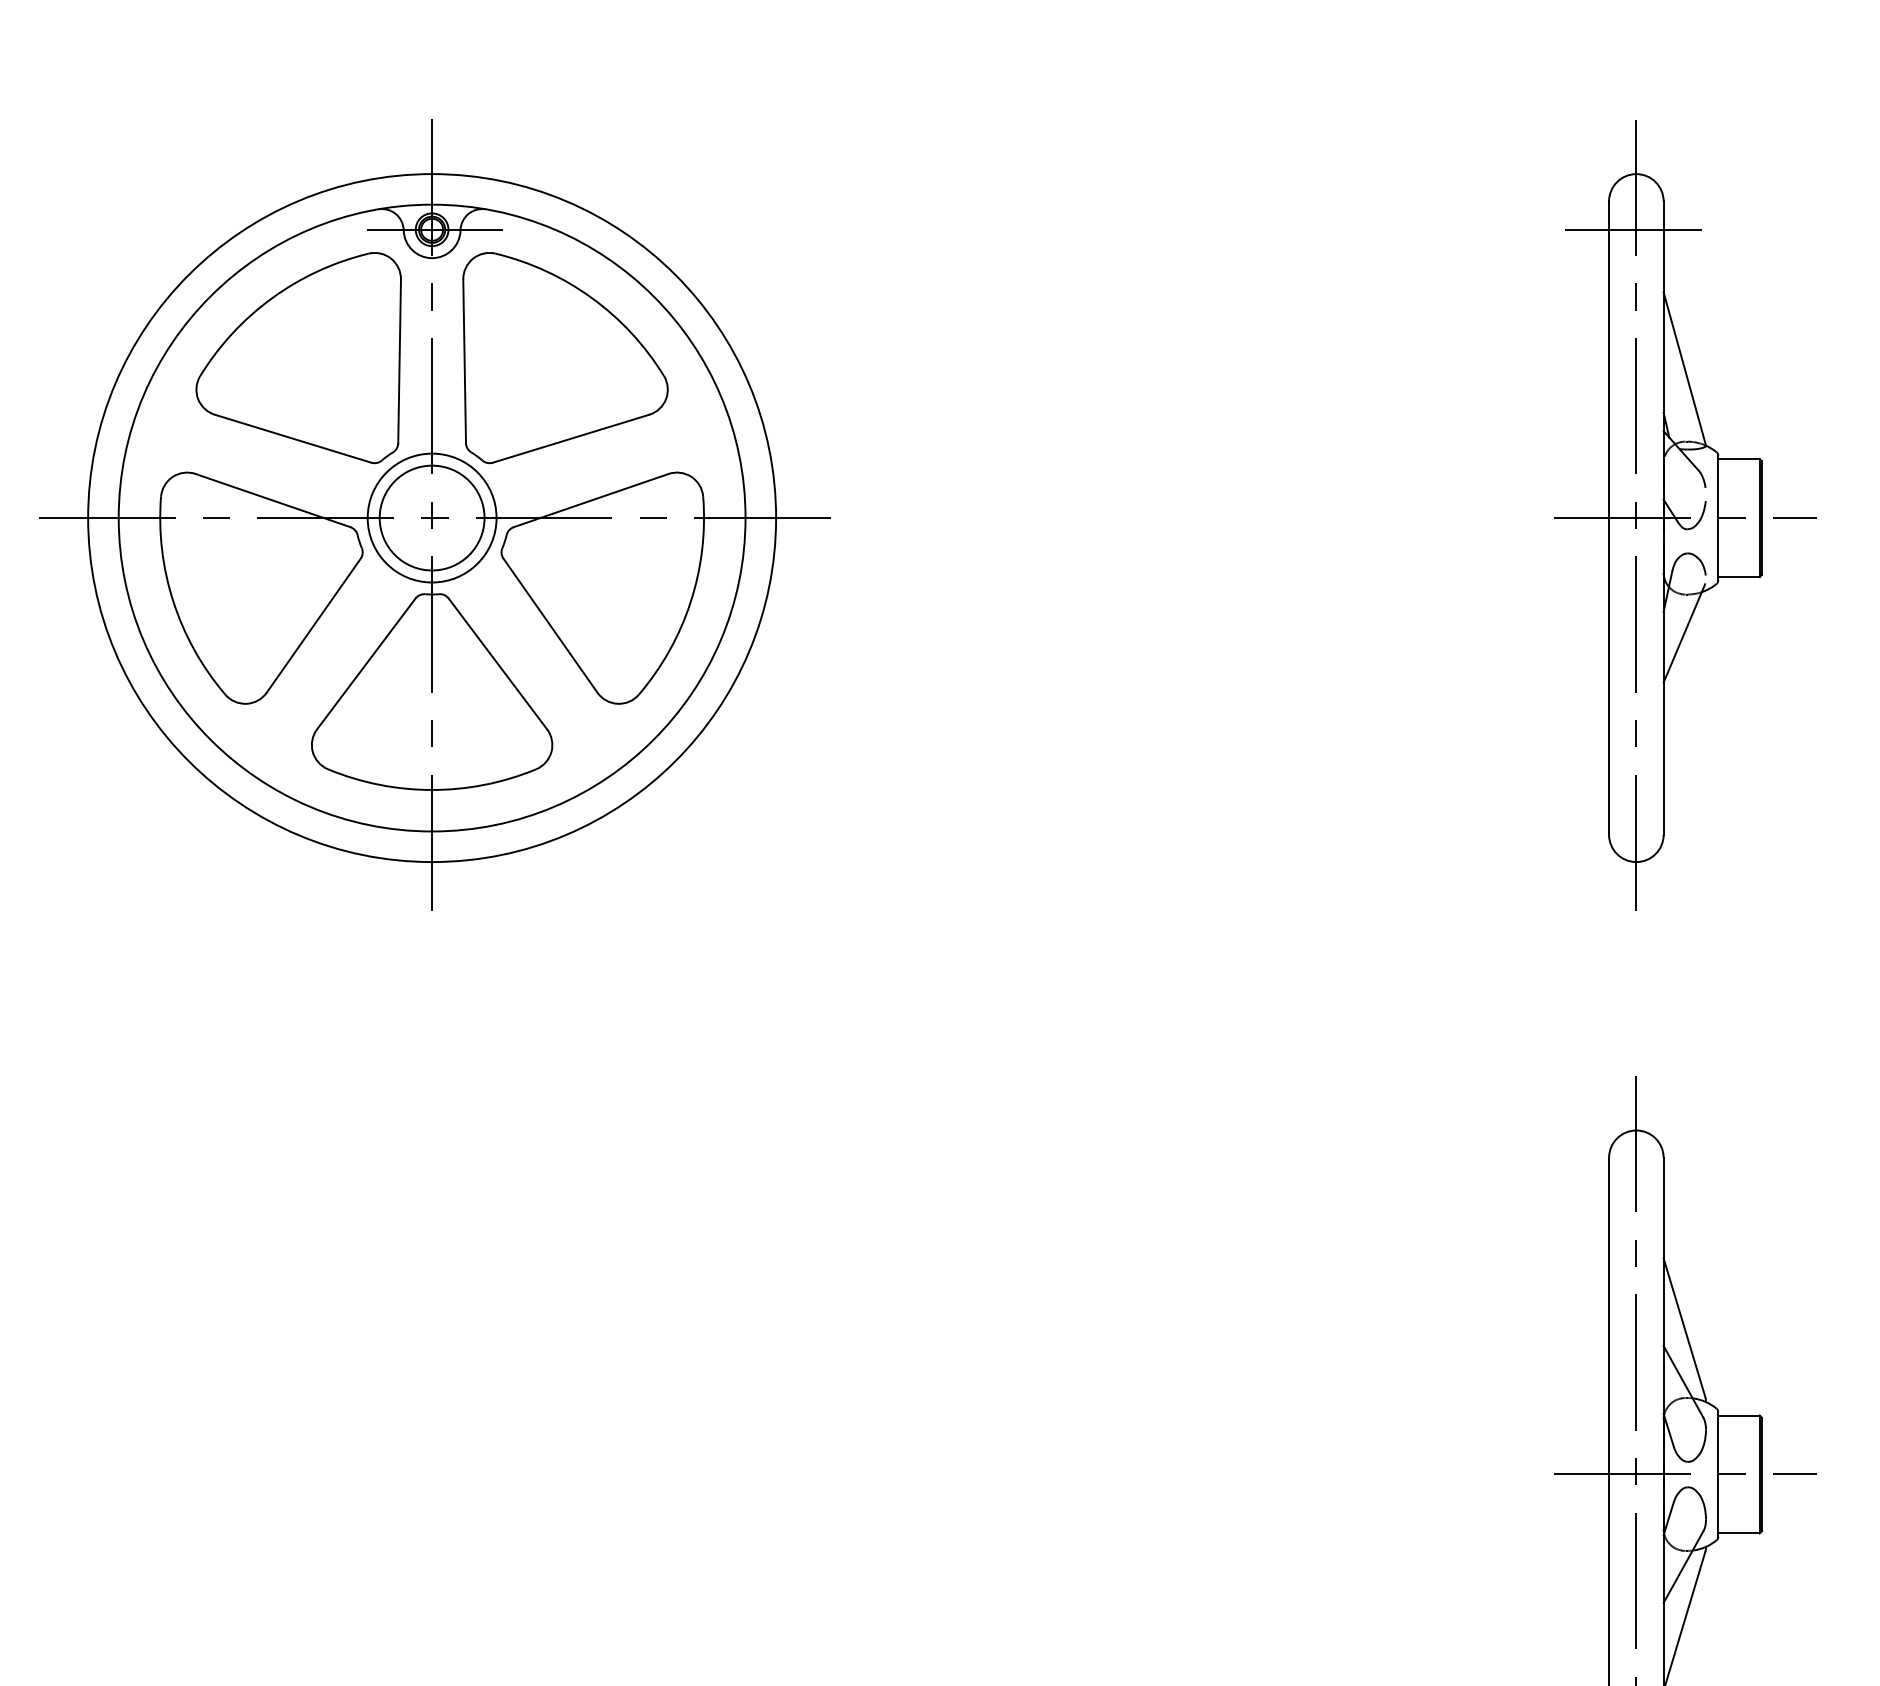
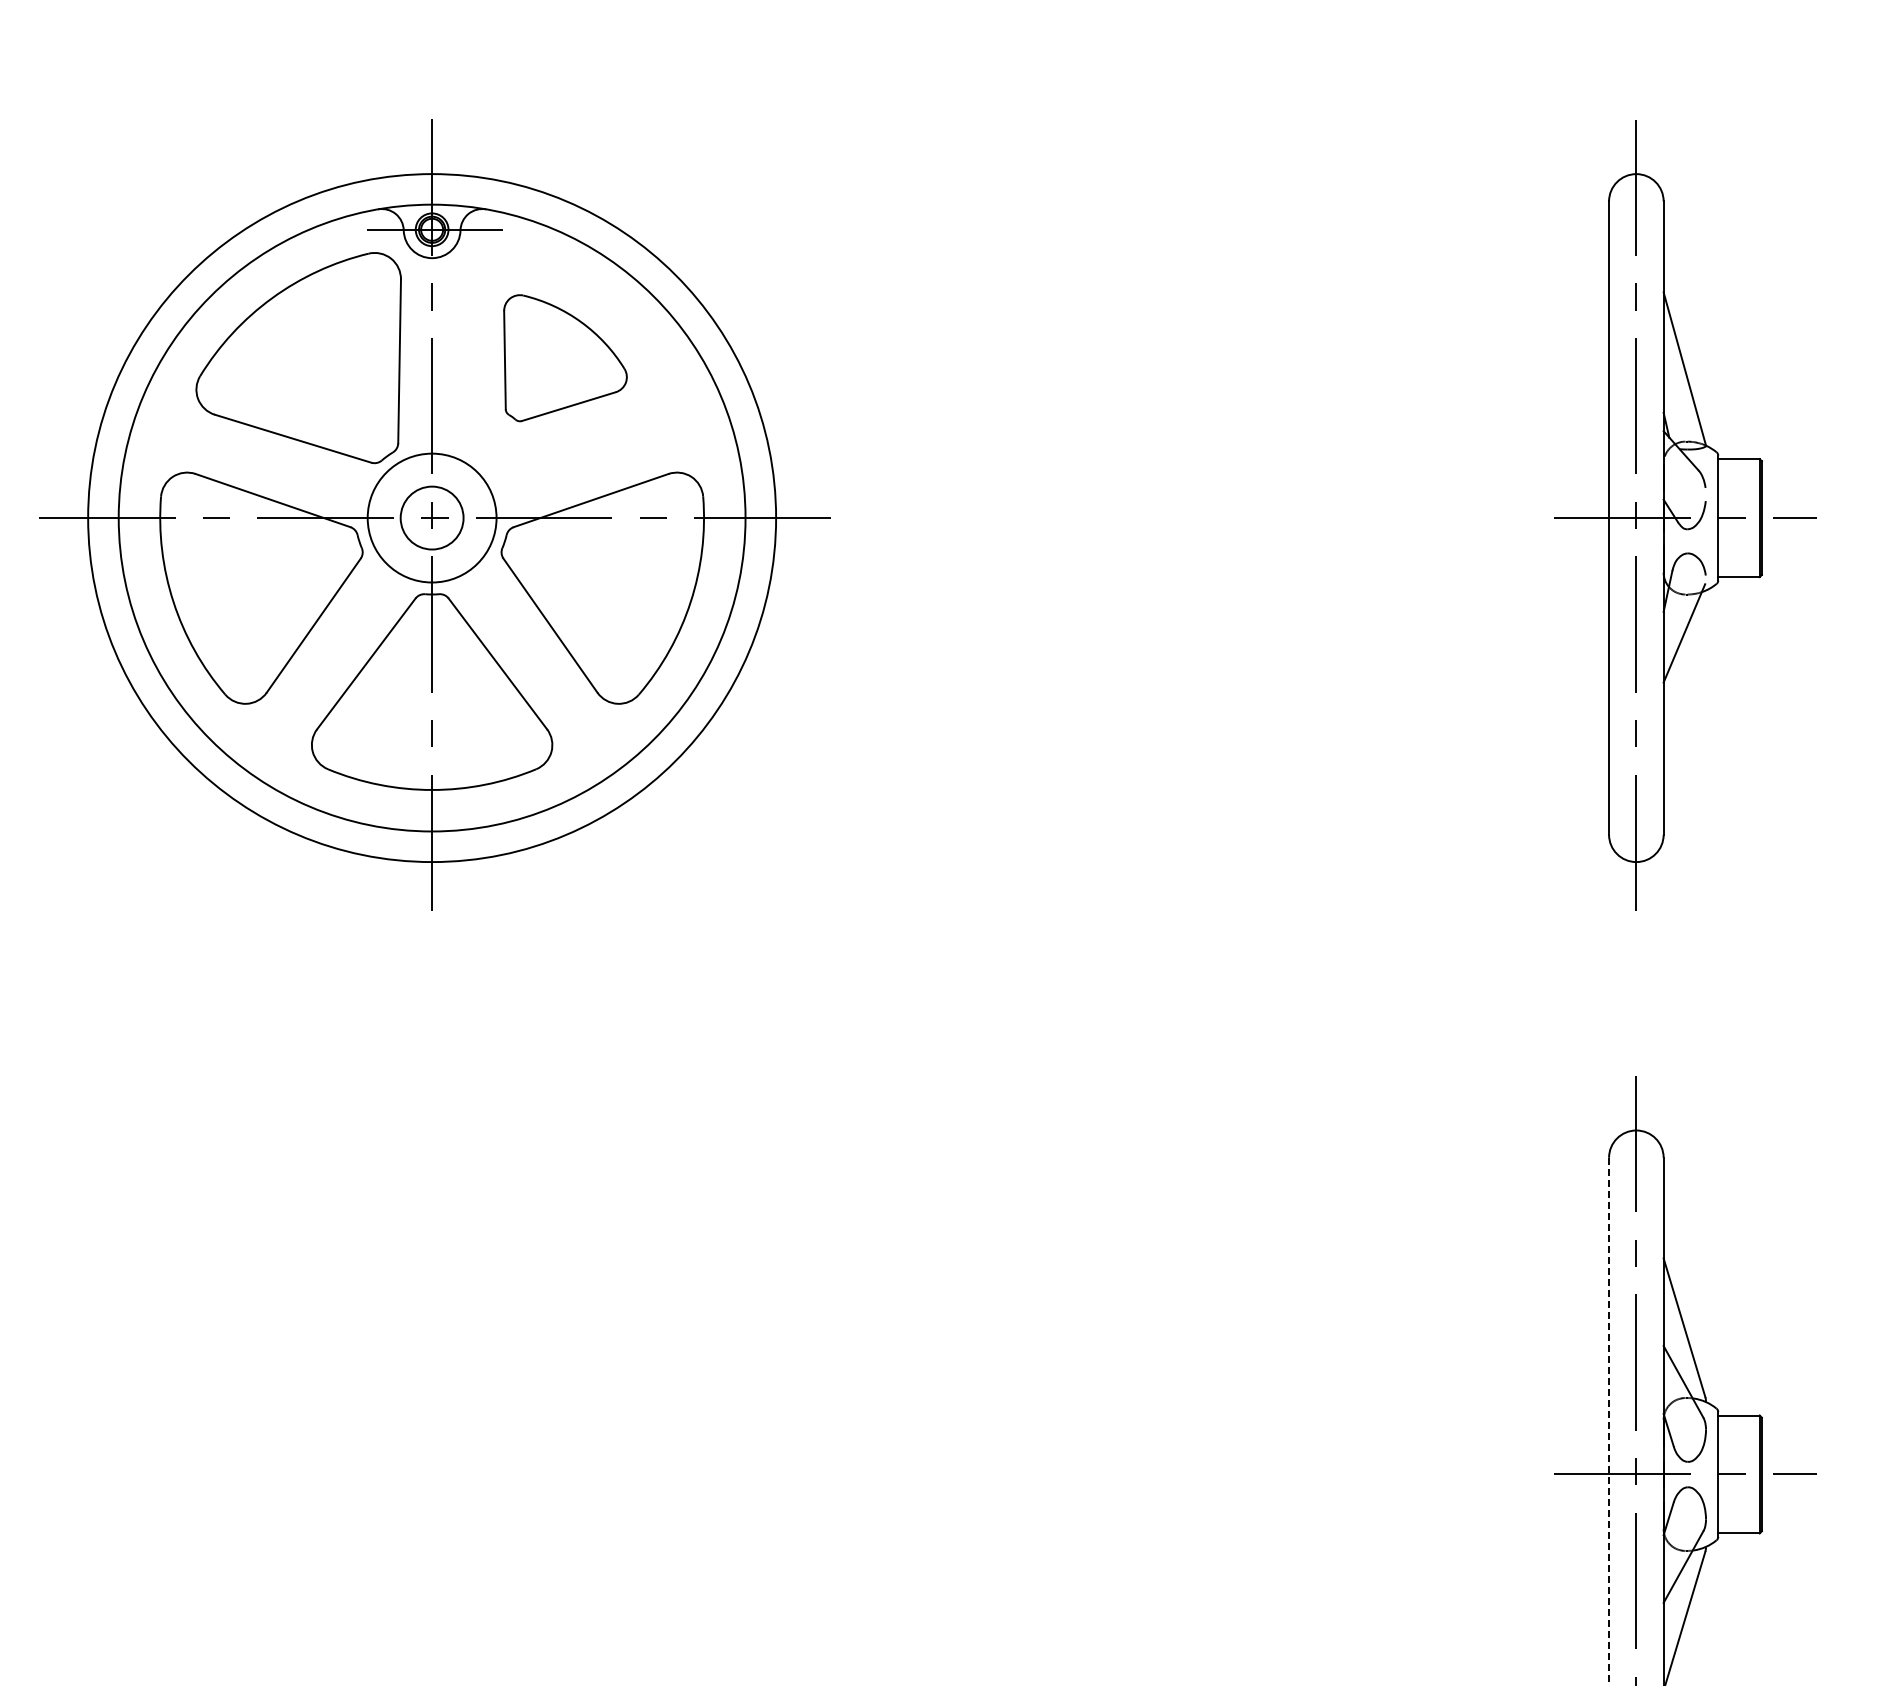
line at (1636, 229): present -> none
part at (565, 358) size: 207x213 px -> 125x129 px
circle at (431, 517) diameter: 105 px -> 63 px
line at (1609, 1421): solid -> dashed
